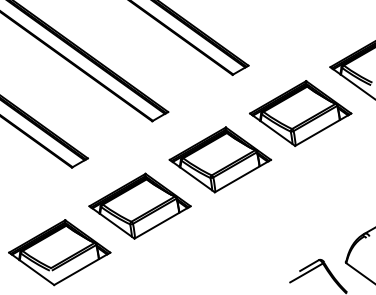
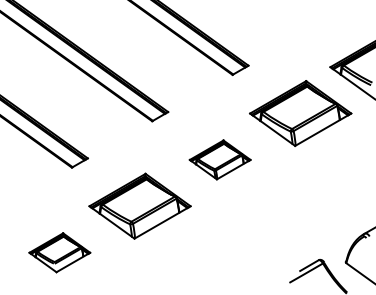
part at (219, 159) size: 104x68 px -> 64x42 px
part at (59, 252) size: 104x68 px -> 64x42 px
